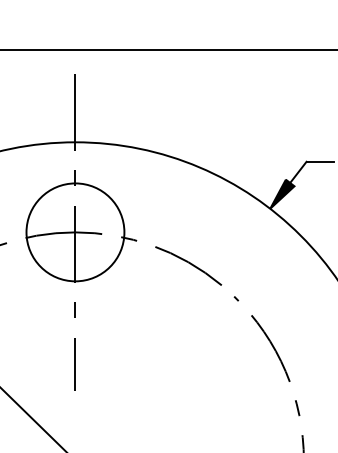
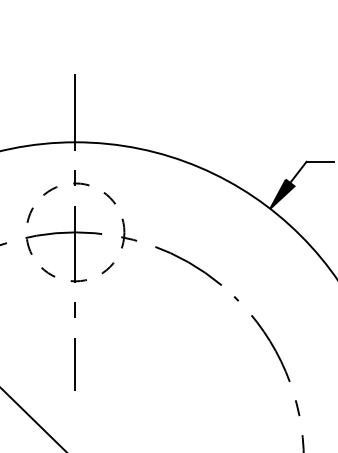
line at (168, 49): present -> none
circle at (75, 232): solid -> dashed
